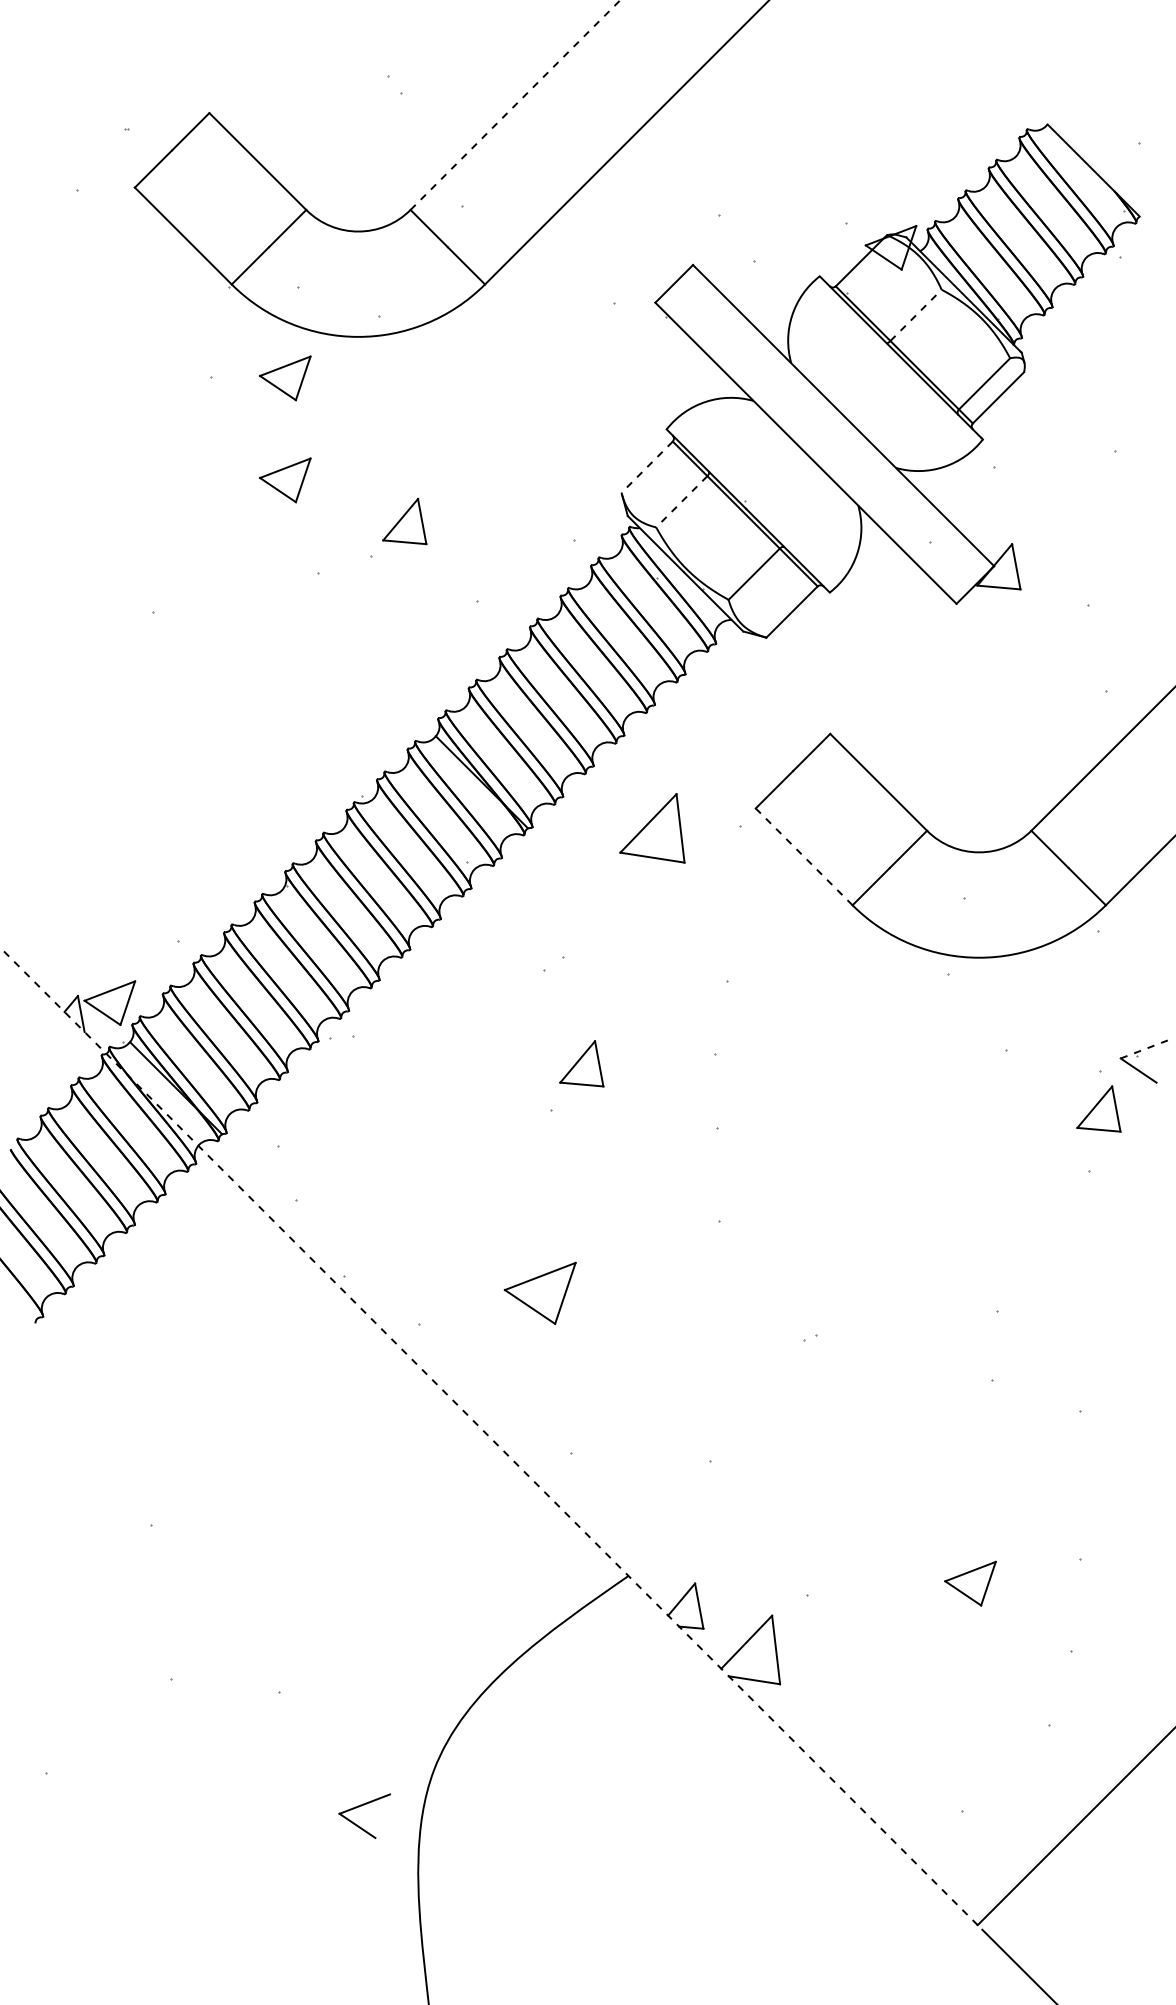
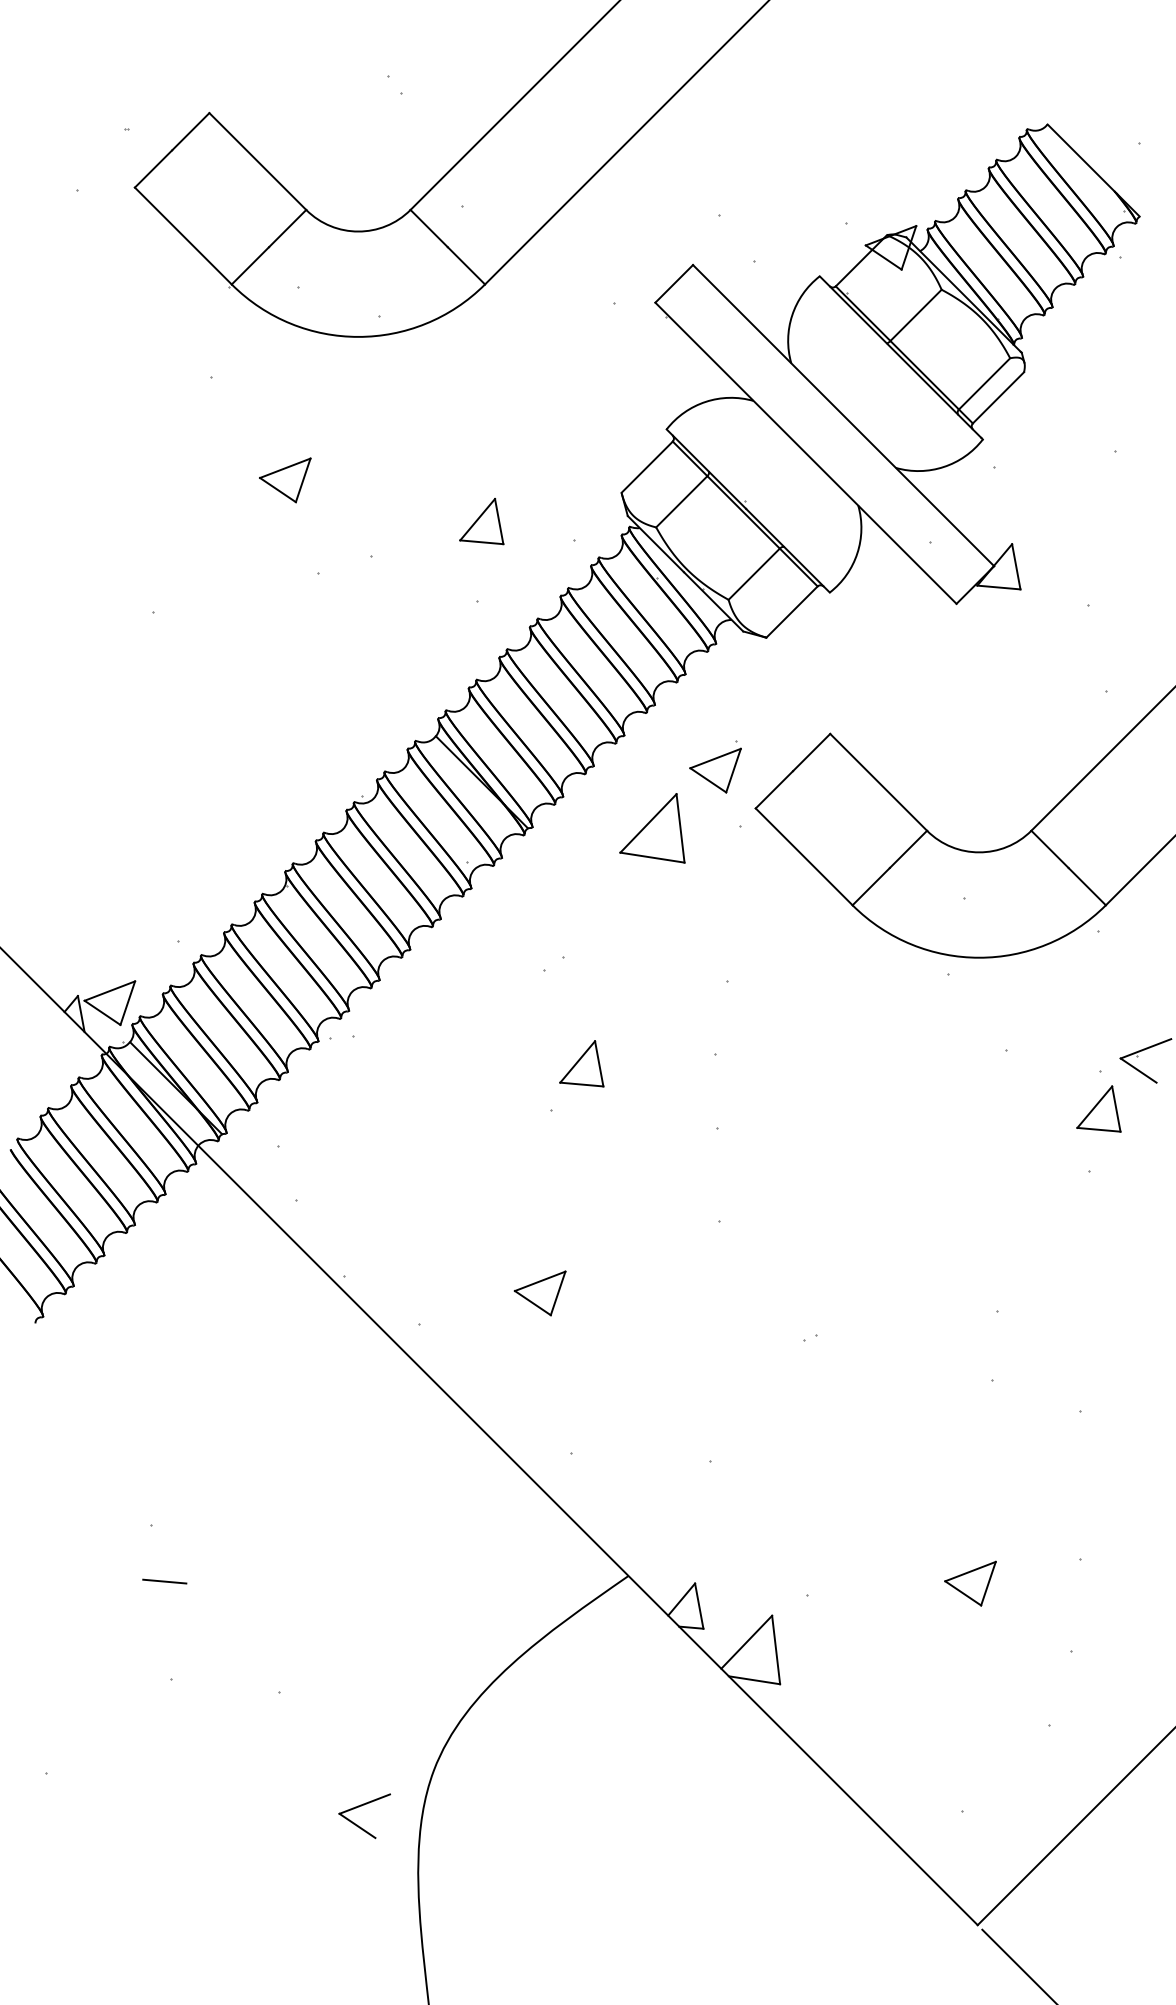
line at (515, 104): dashed -> solid
line at (916, 315): dashed -> solid
part at (285, 378): present -> none
line at (646, 467): dashed -> solid
line at (681, 502): dashed -> solid
part at (404, 521) position: (404, 521) -> (481, 521)
part at (715, 766): none -> present
line at (803, 856): dashed -> solid
line at (1146, 1048): dashed -> solid
part at (539, 1292) size: 74x64 px -> 54x47 px
line at (489, 1436): dashed -> solid
line at (164, 1581): none -> present
